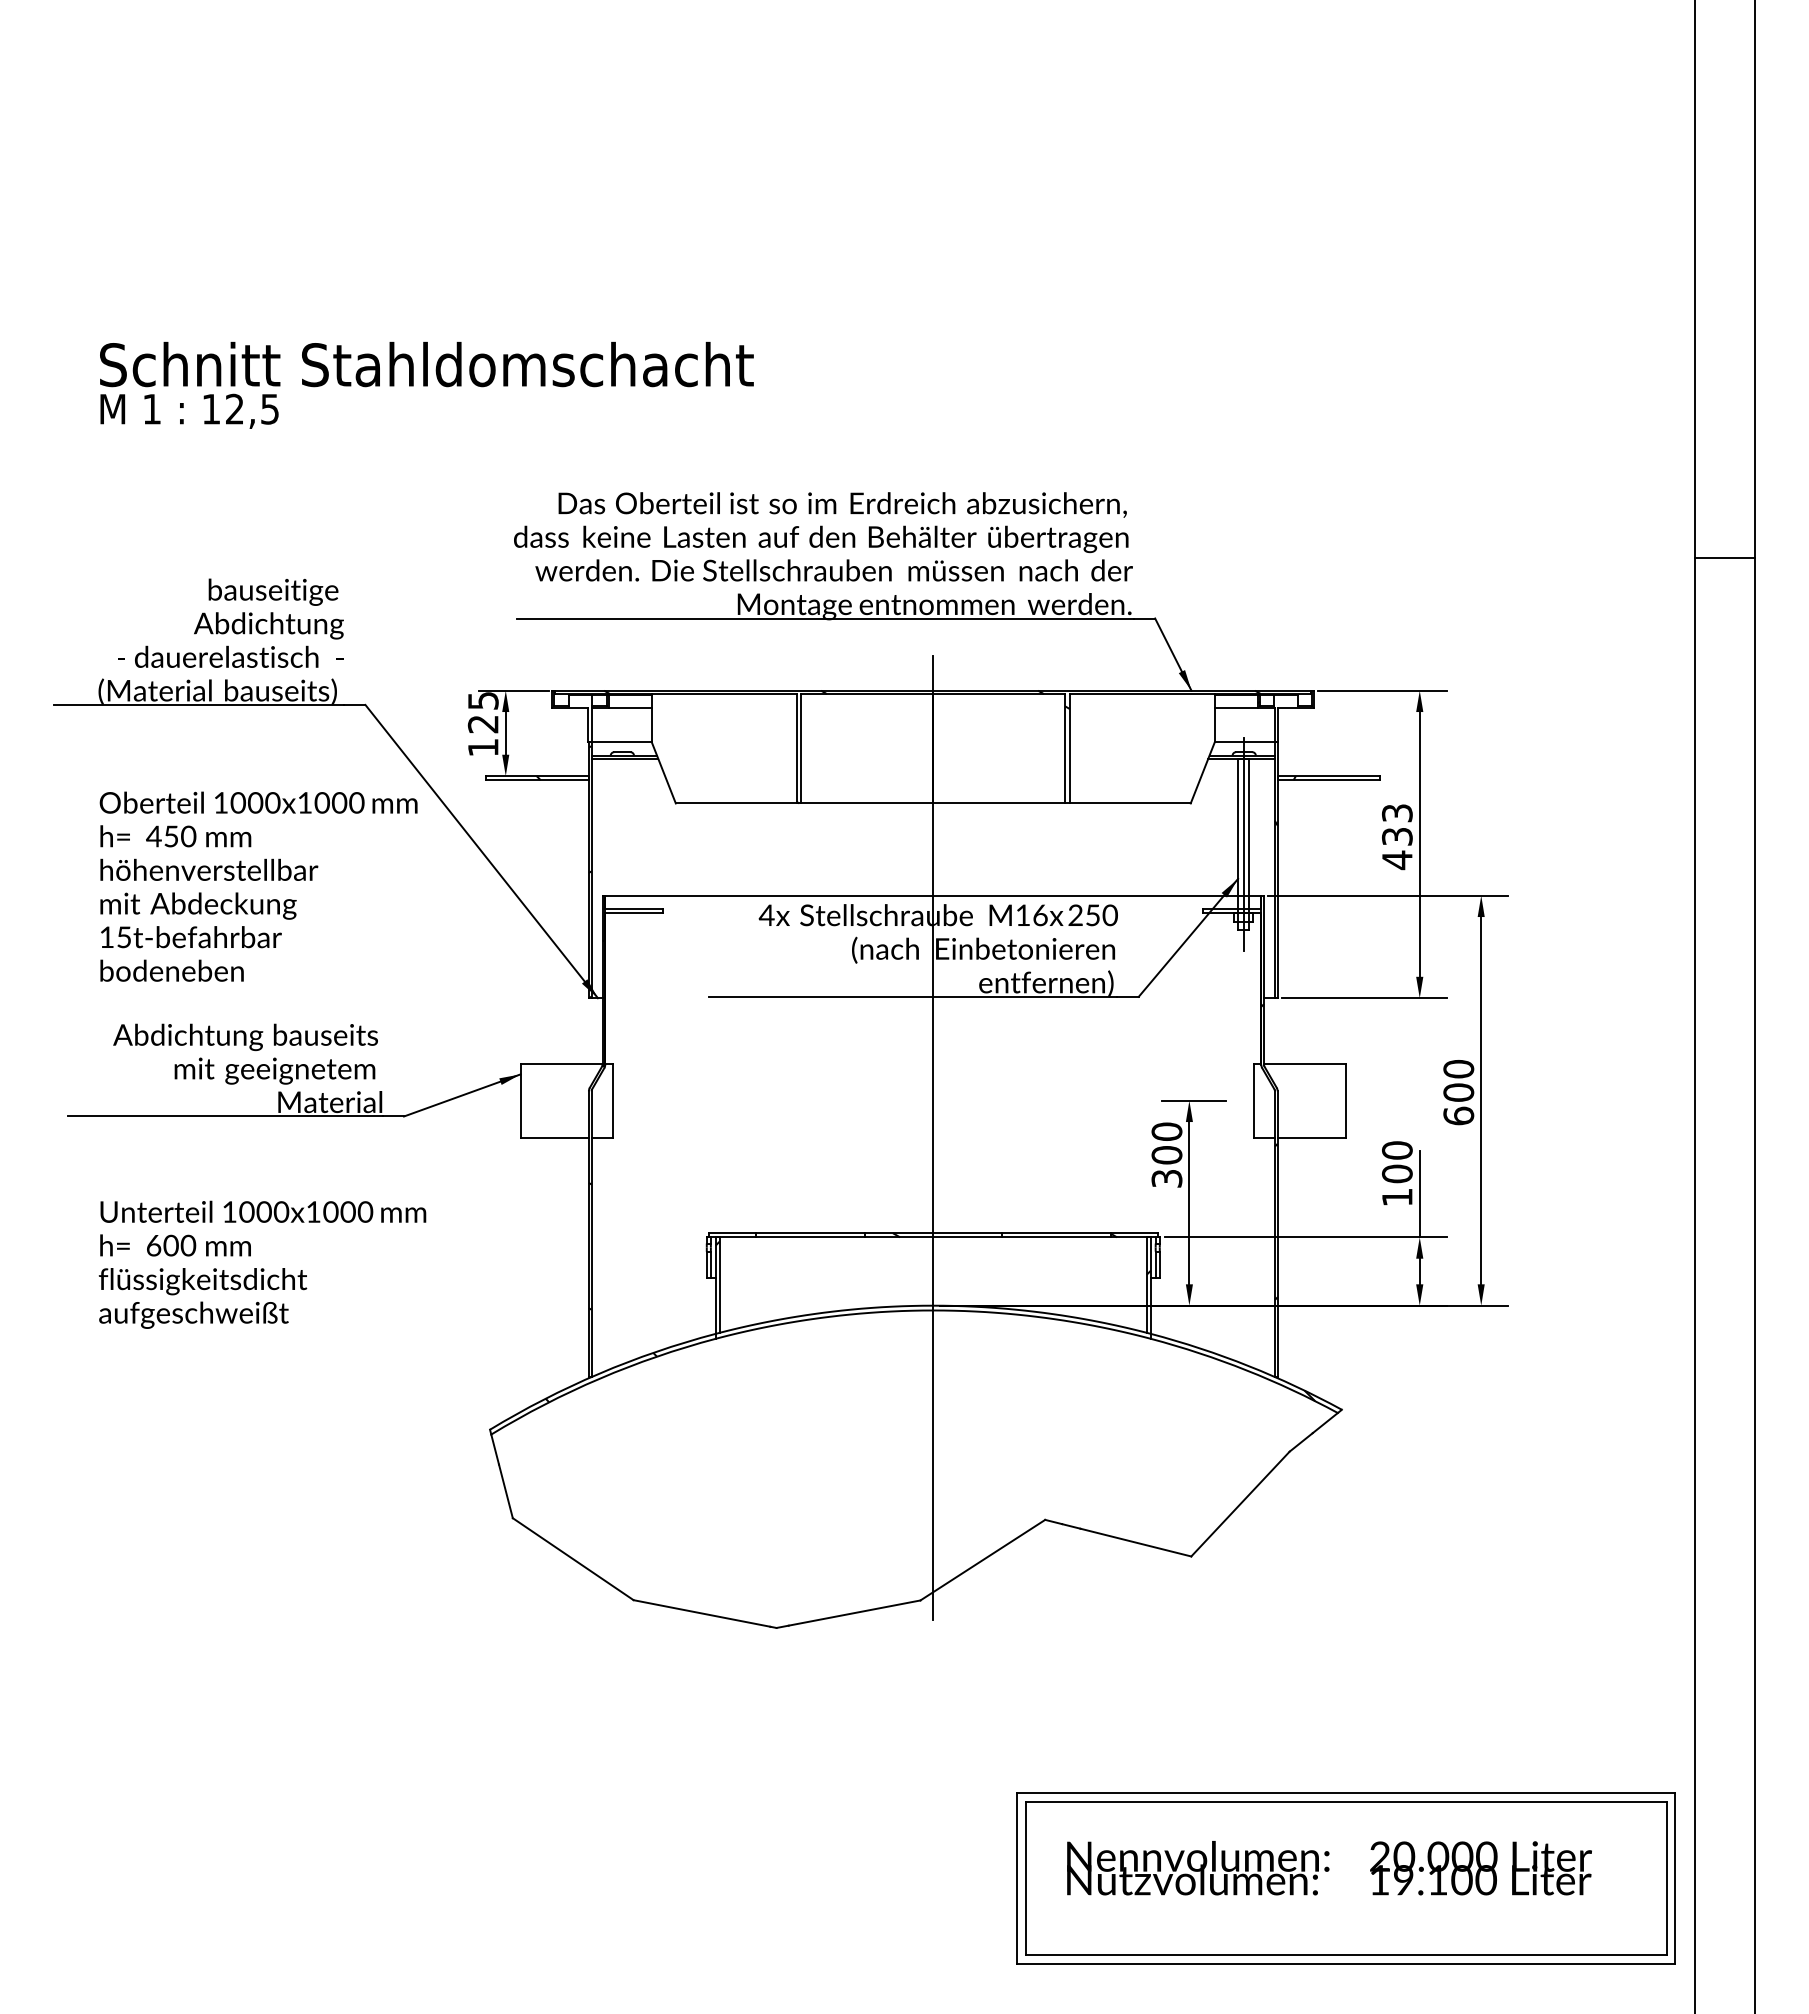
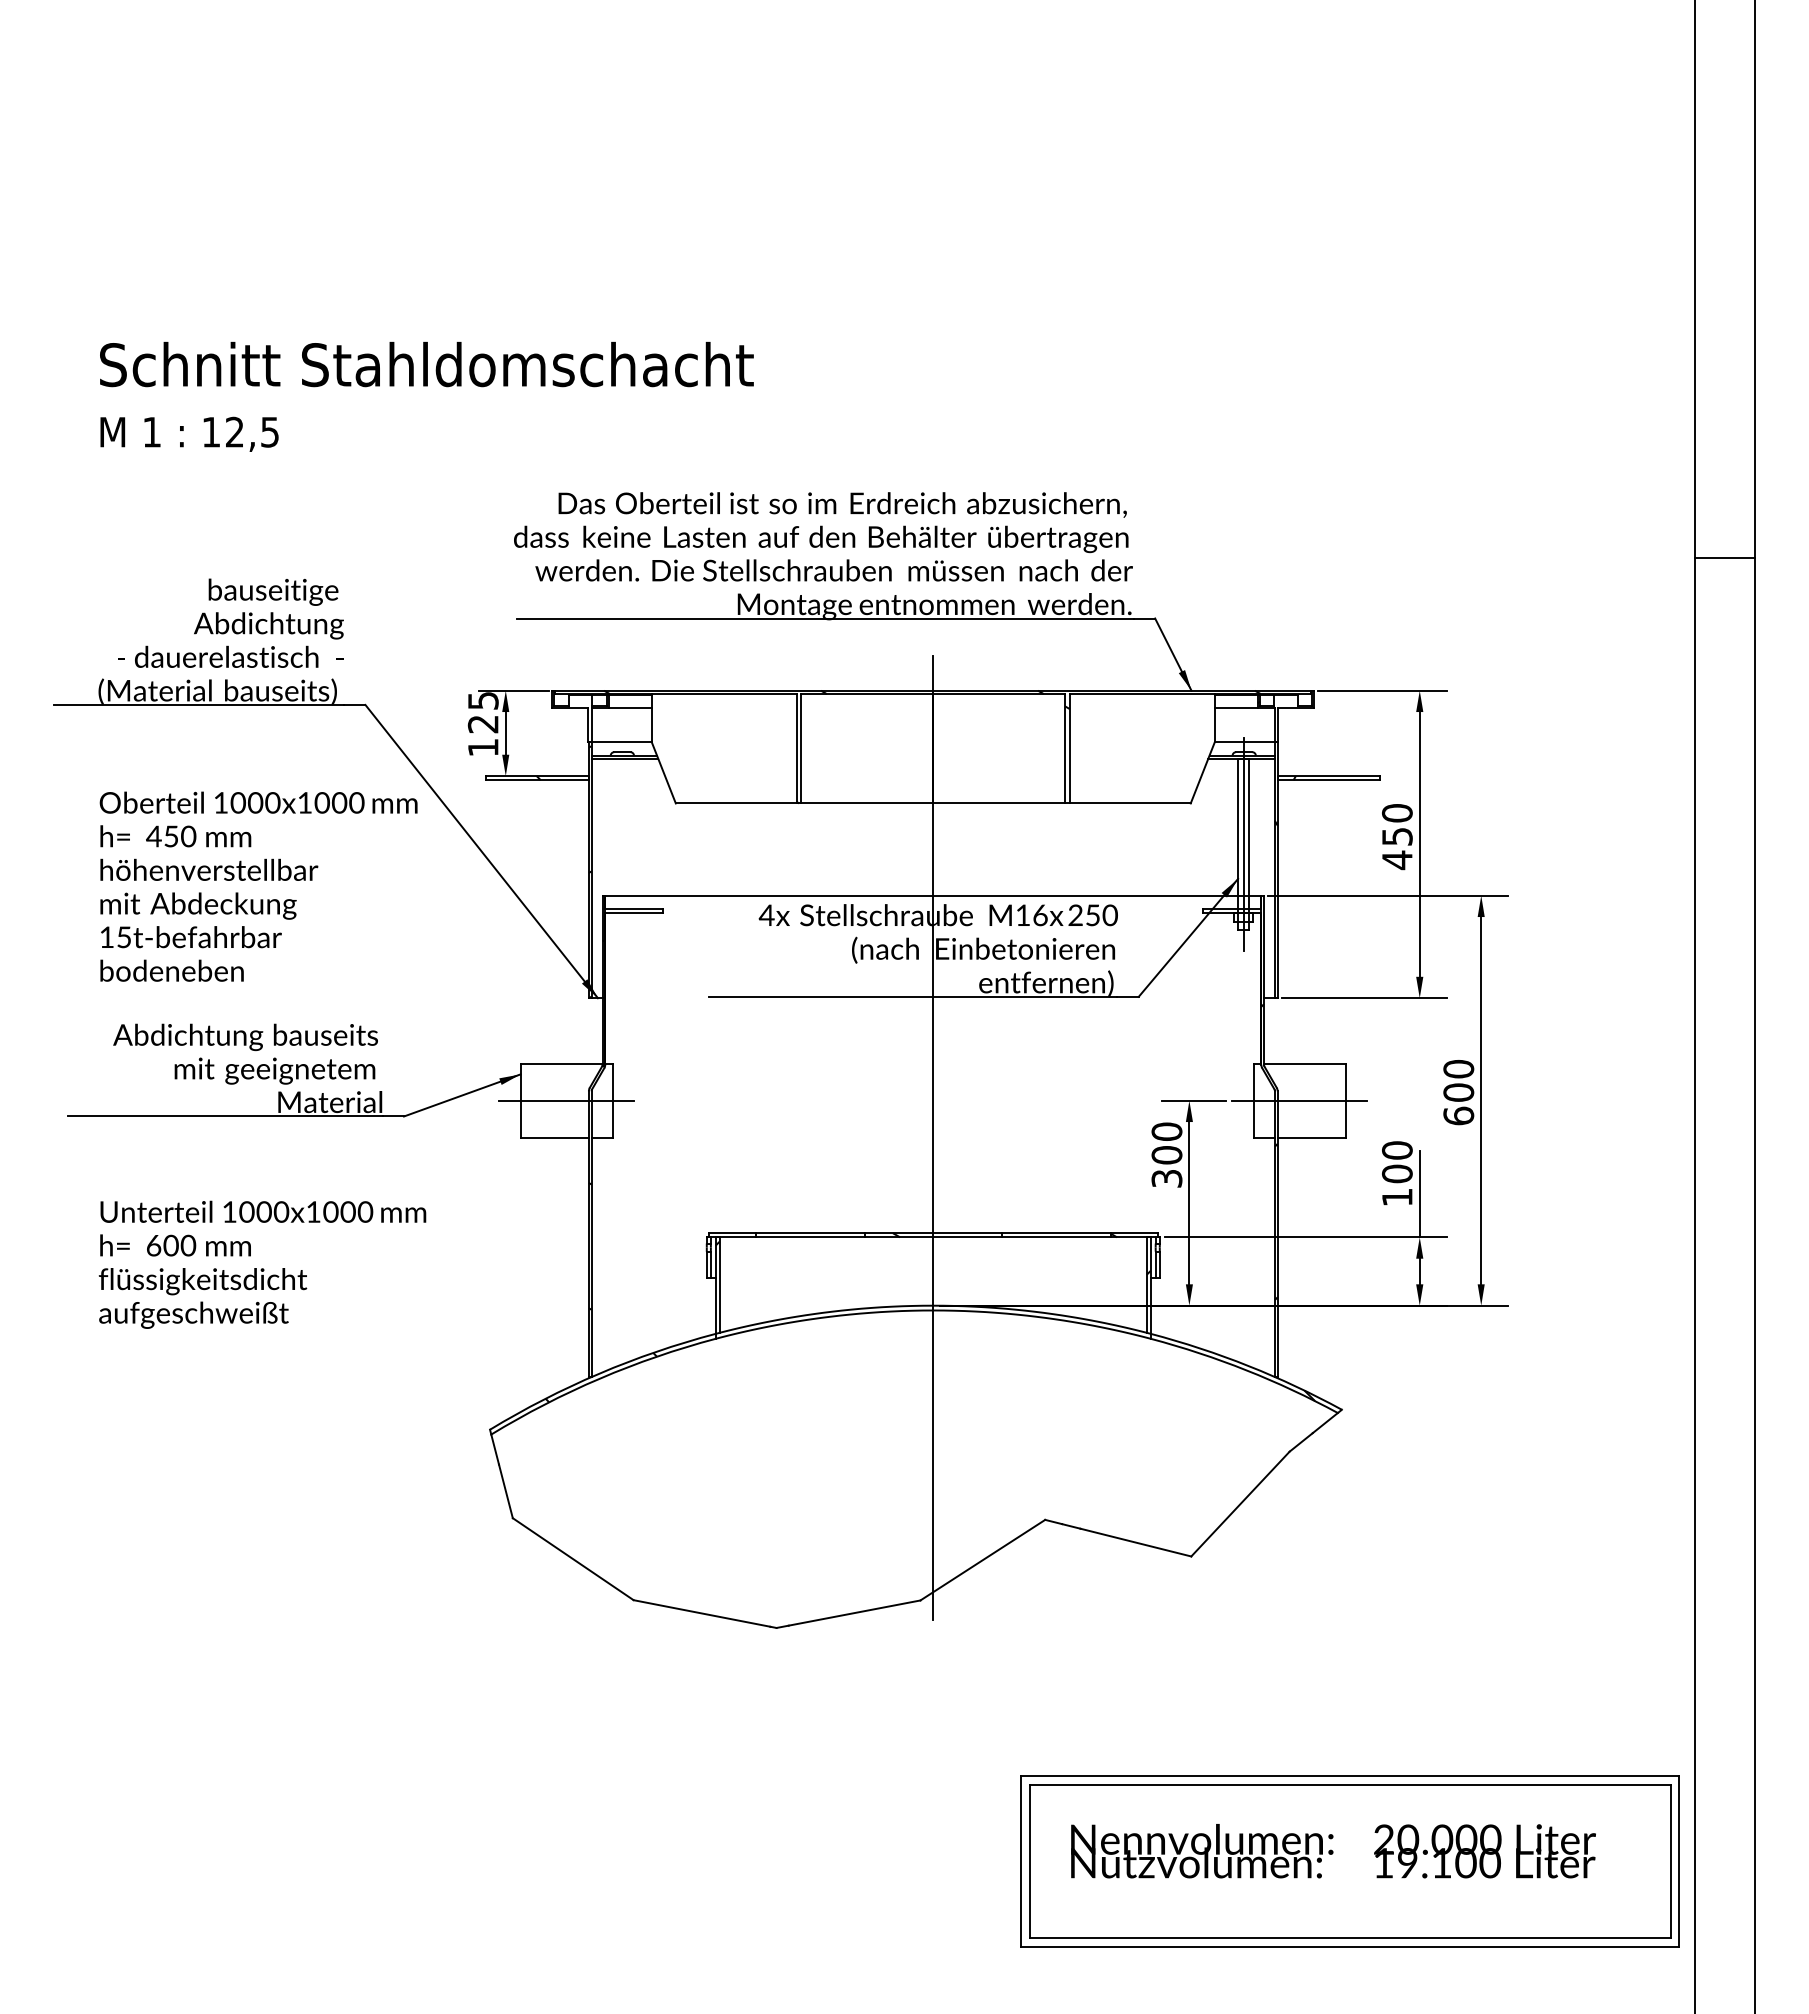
text at (189, 410) position: (189, 410) -> (189, 433)
text at (1397, 824): 433 -> 450
line at (566, 1100): none -> present
line at (1299, 1100): none -> present
part at (1345, 1878) position: (1345, 1878) -> (1349, 1861)
